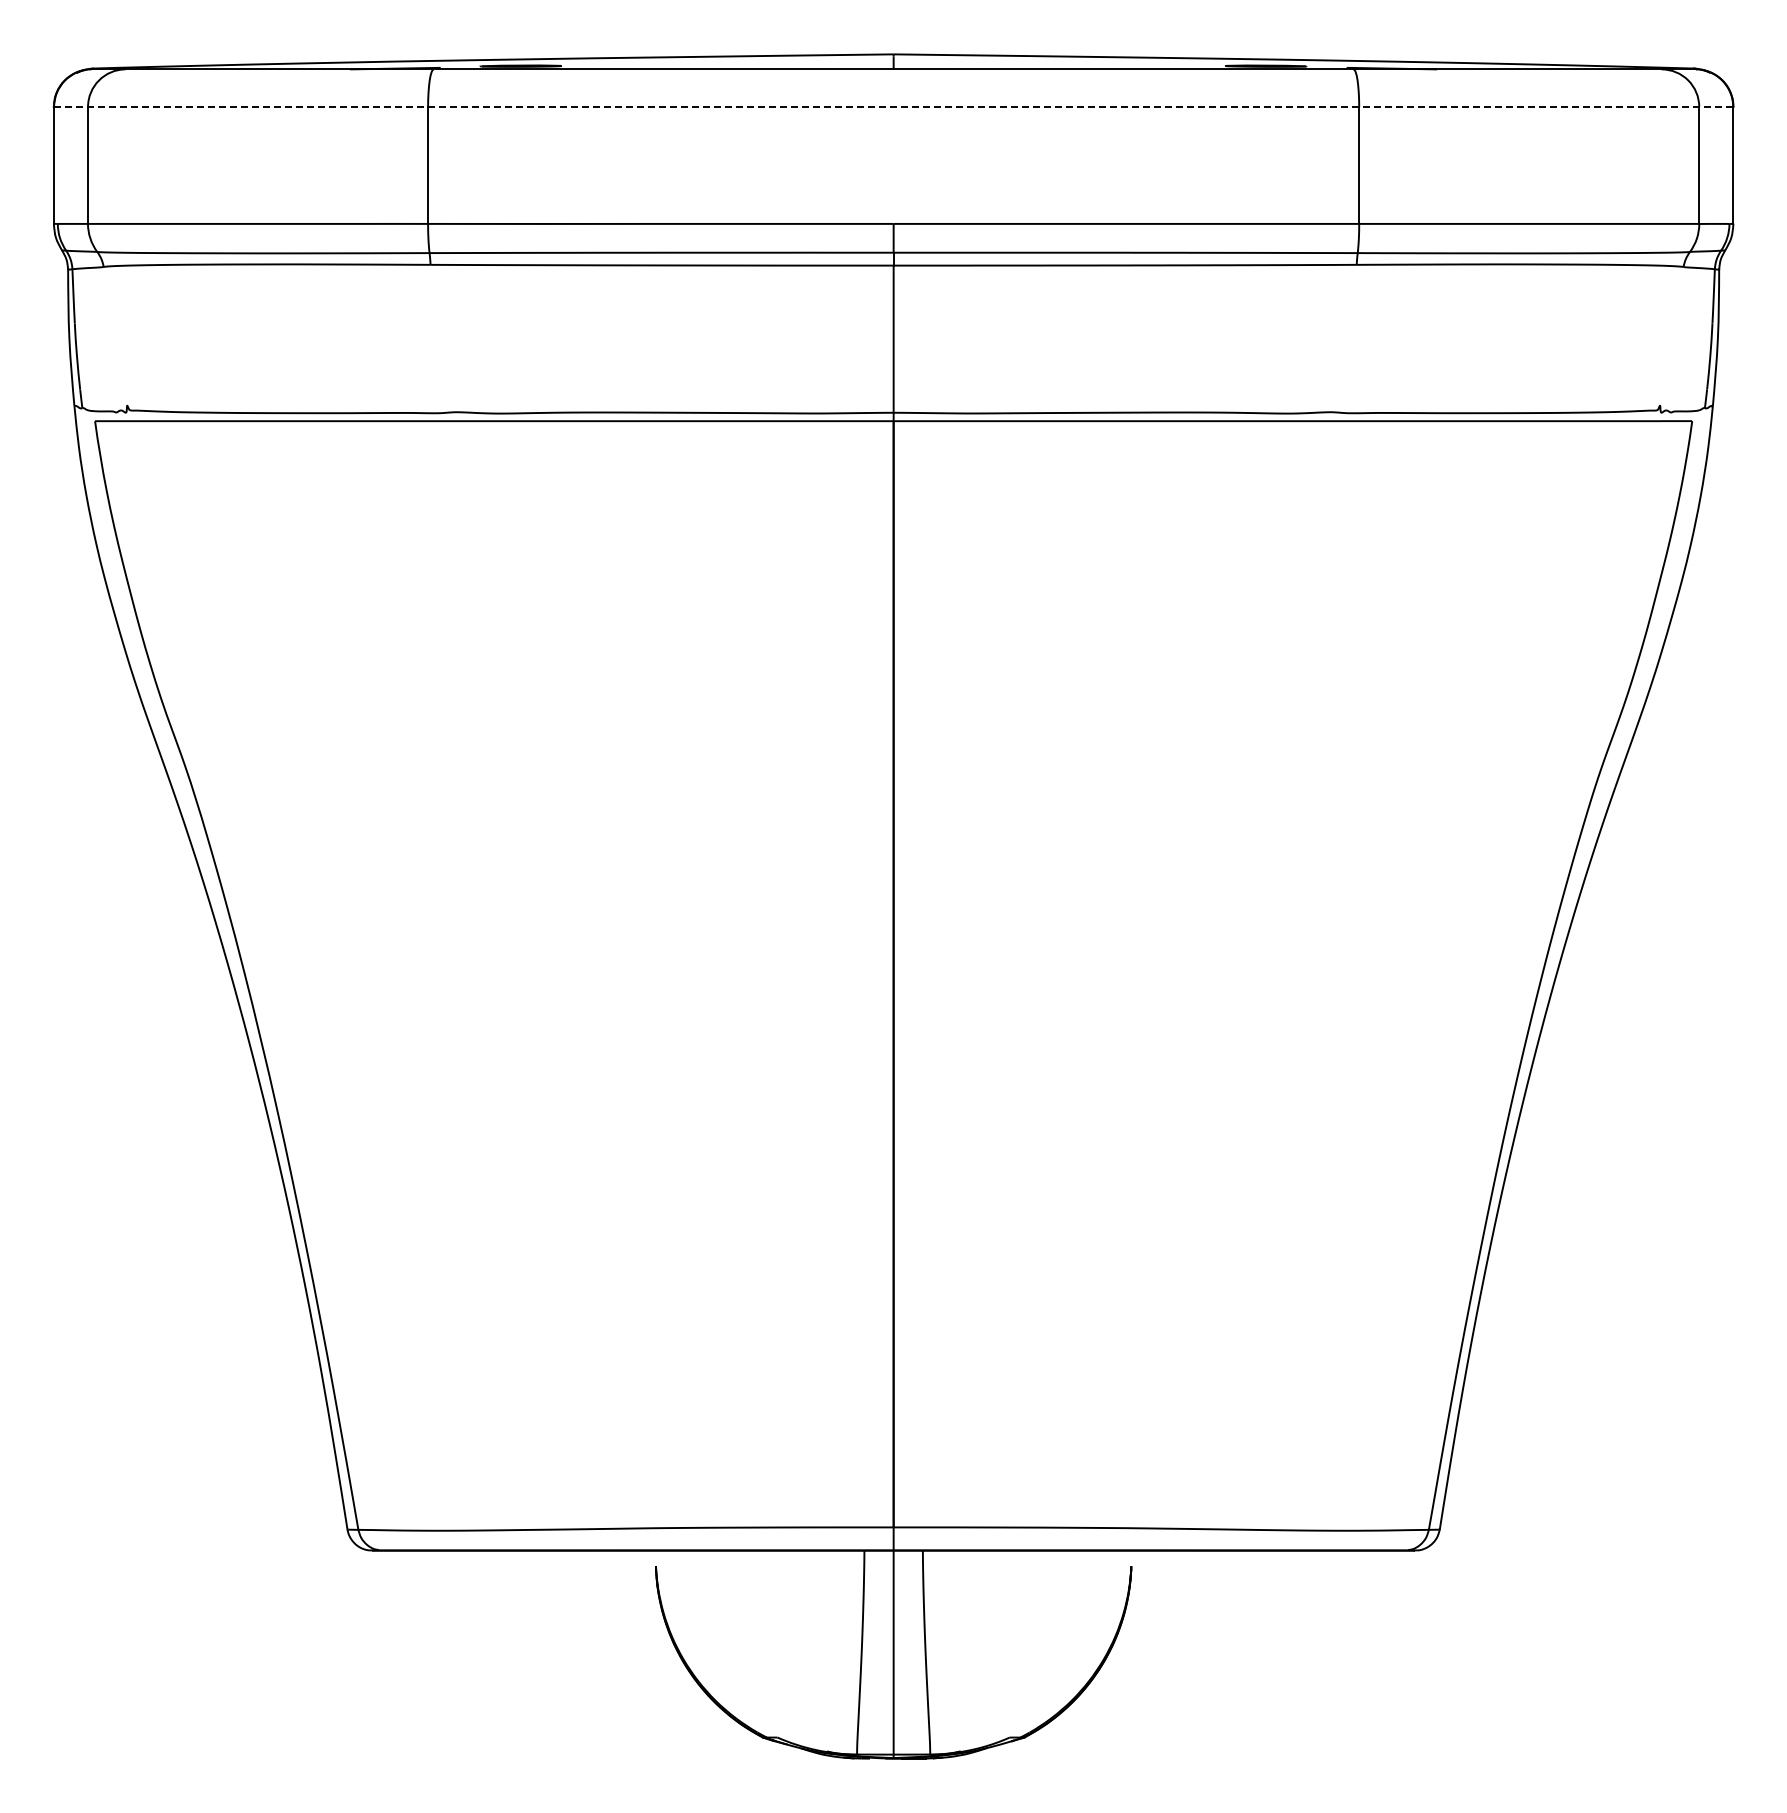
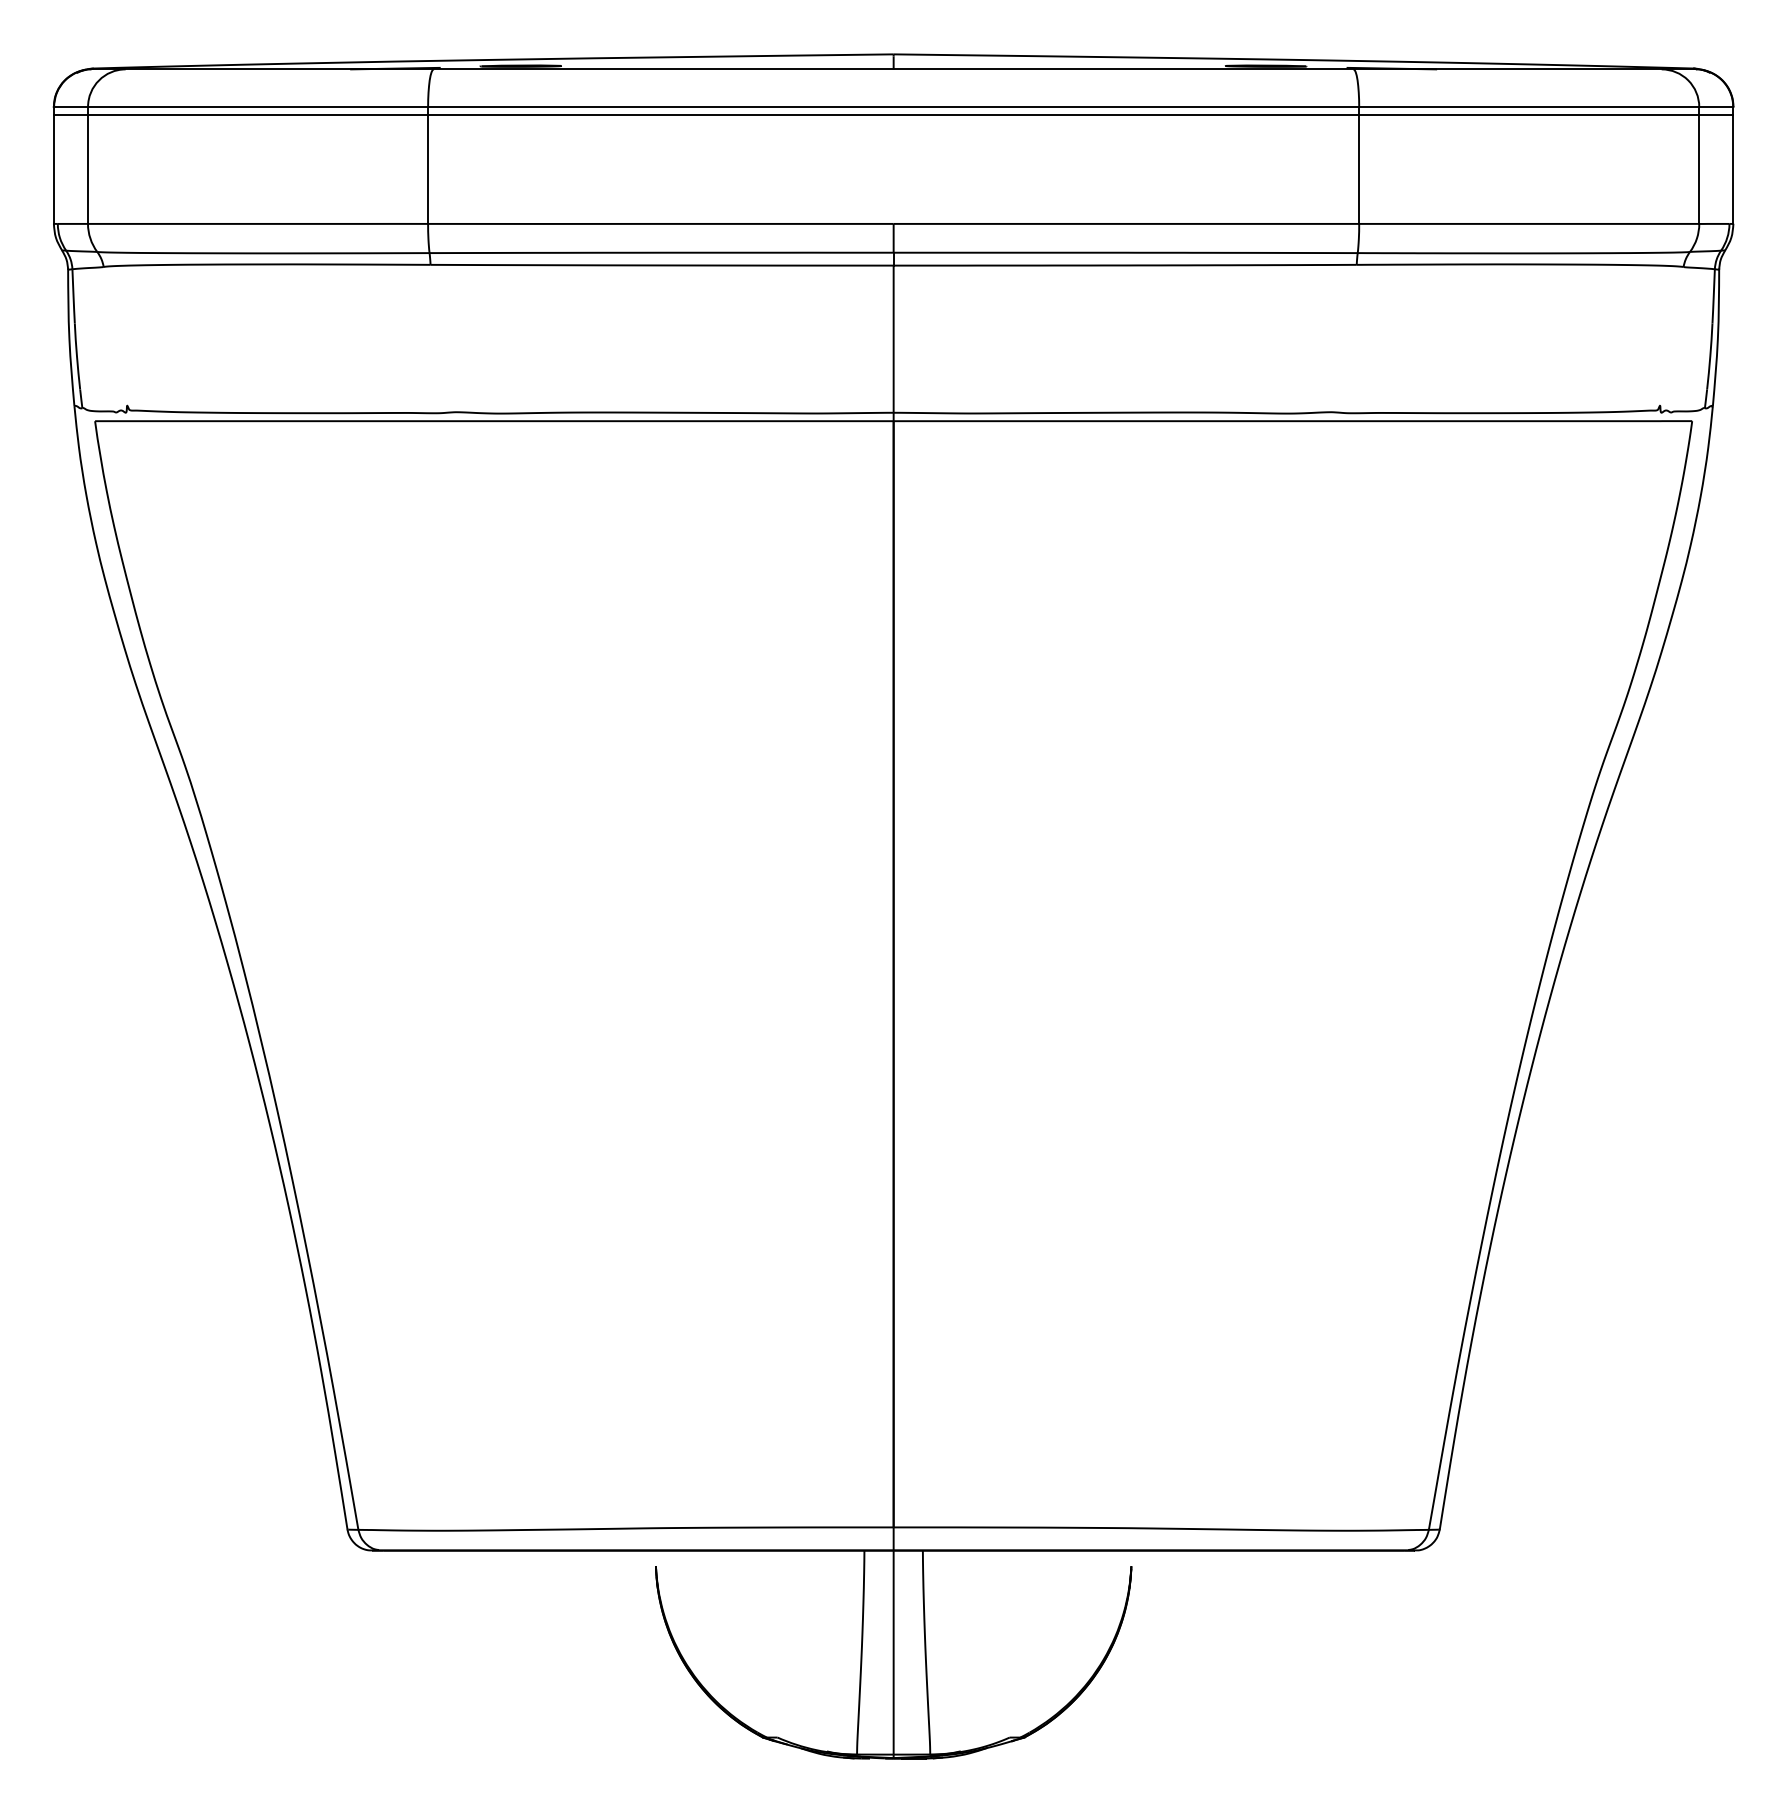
line at (893, 107): dashed -> solid
line at (893, 115): none -> present
